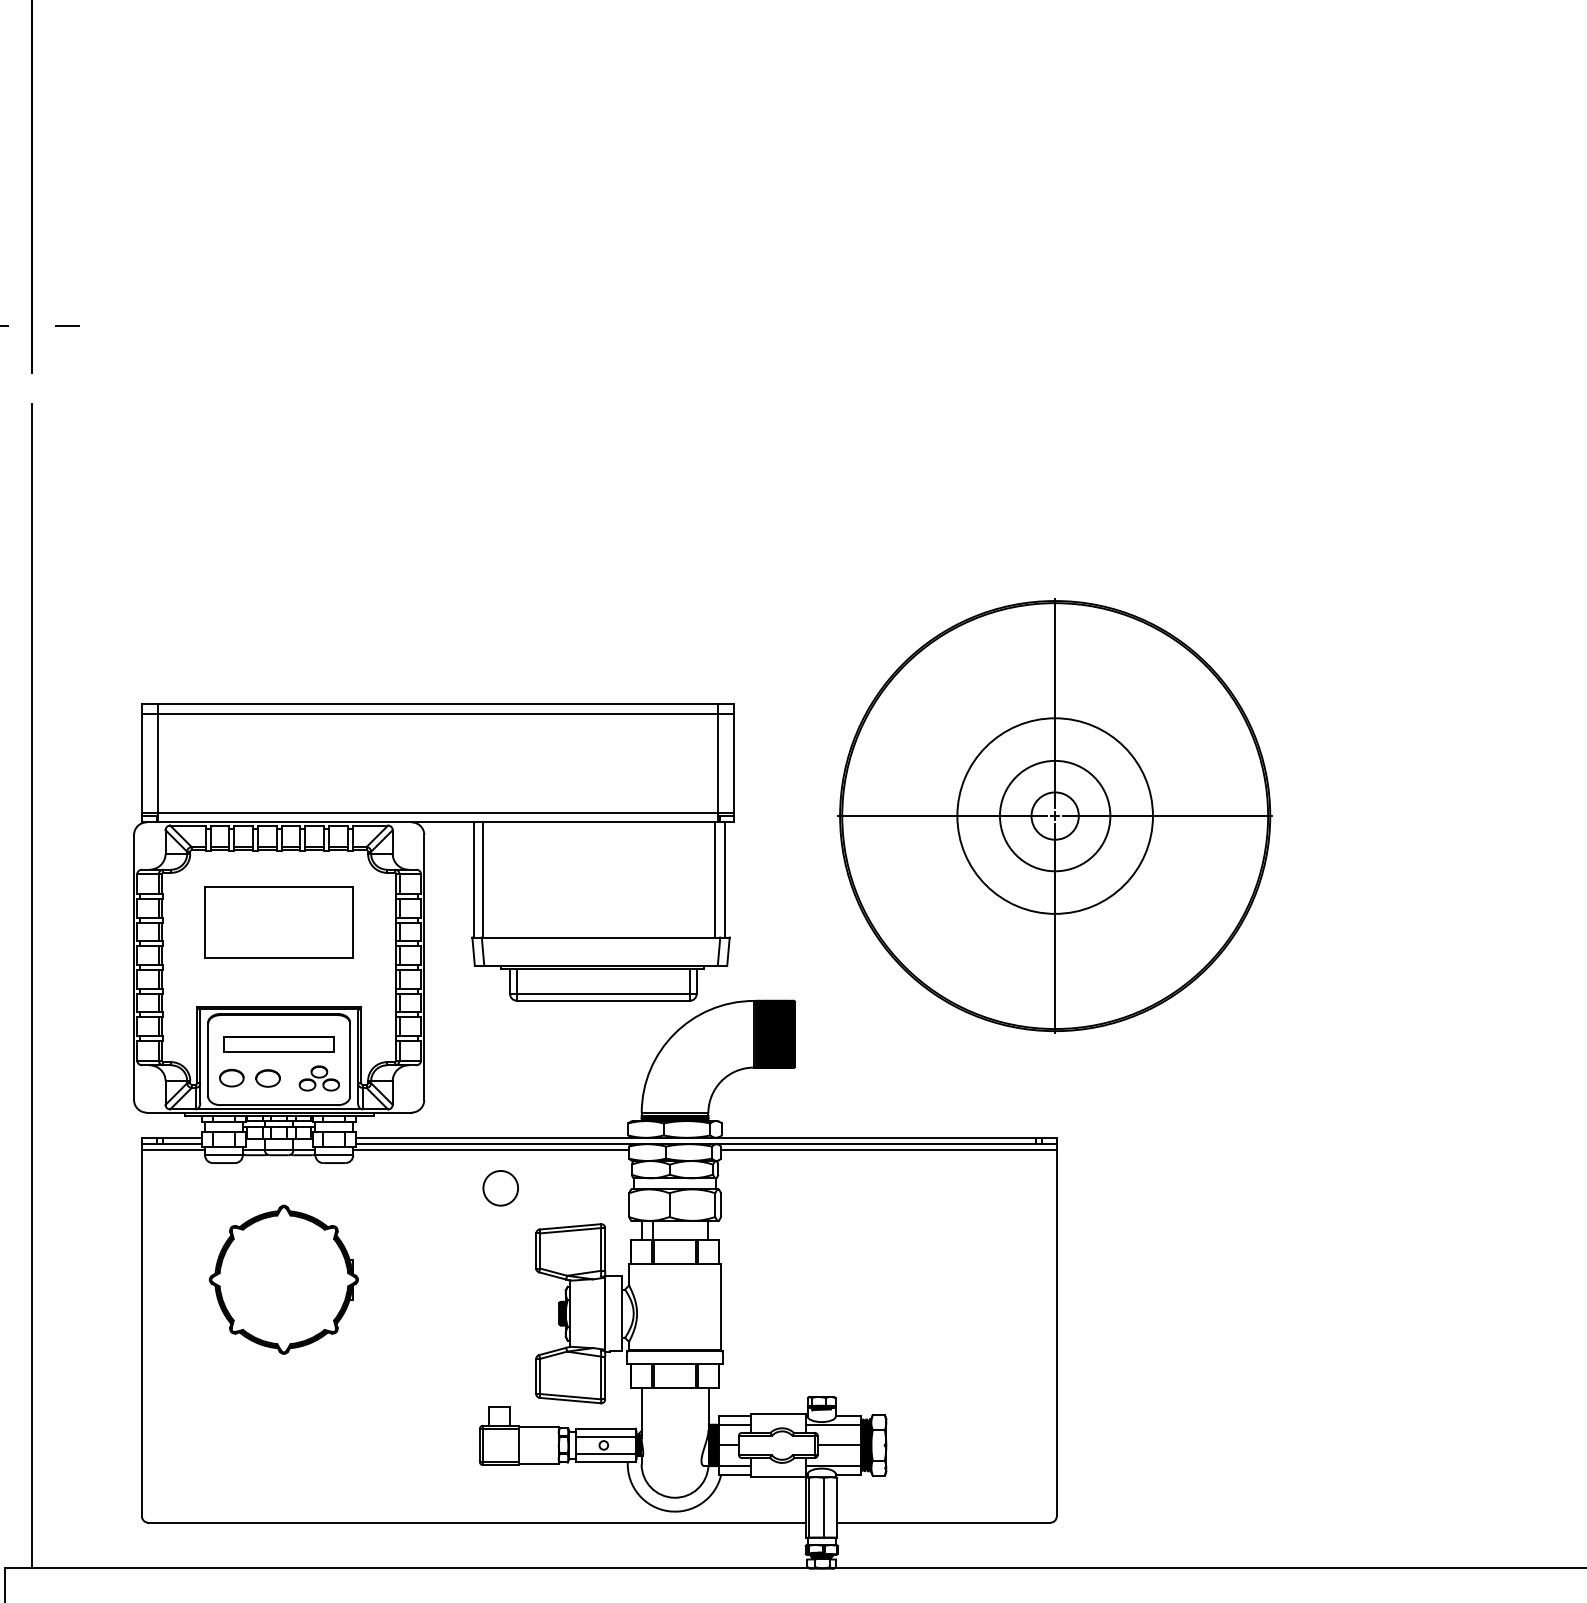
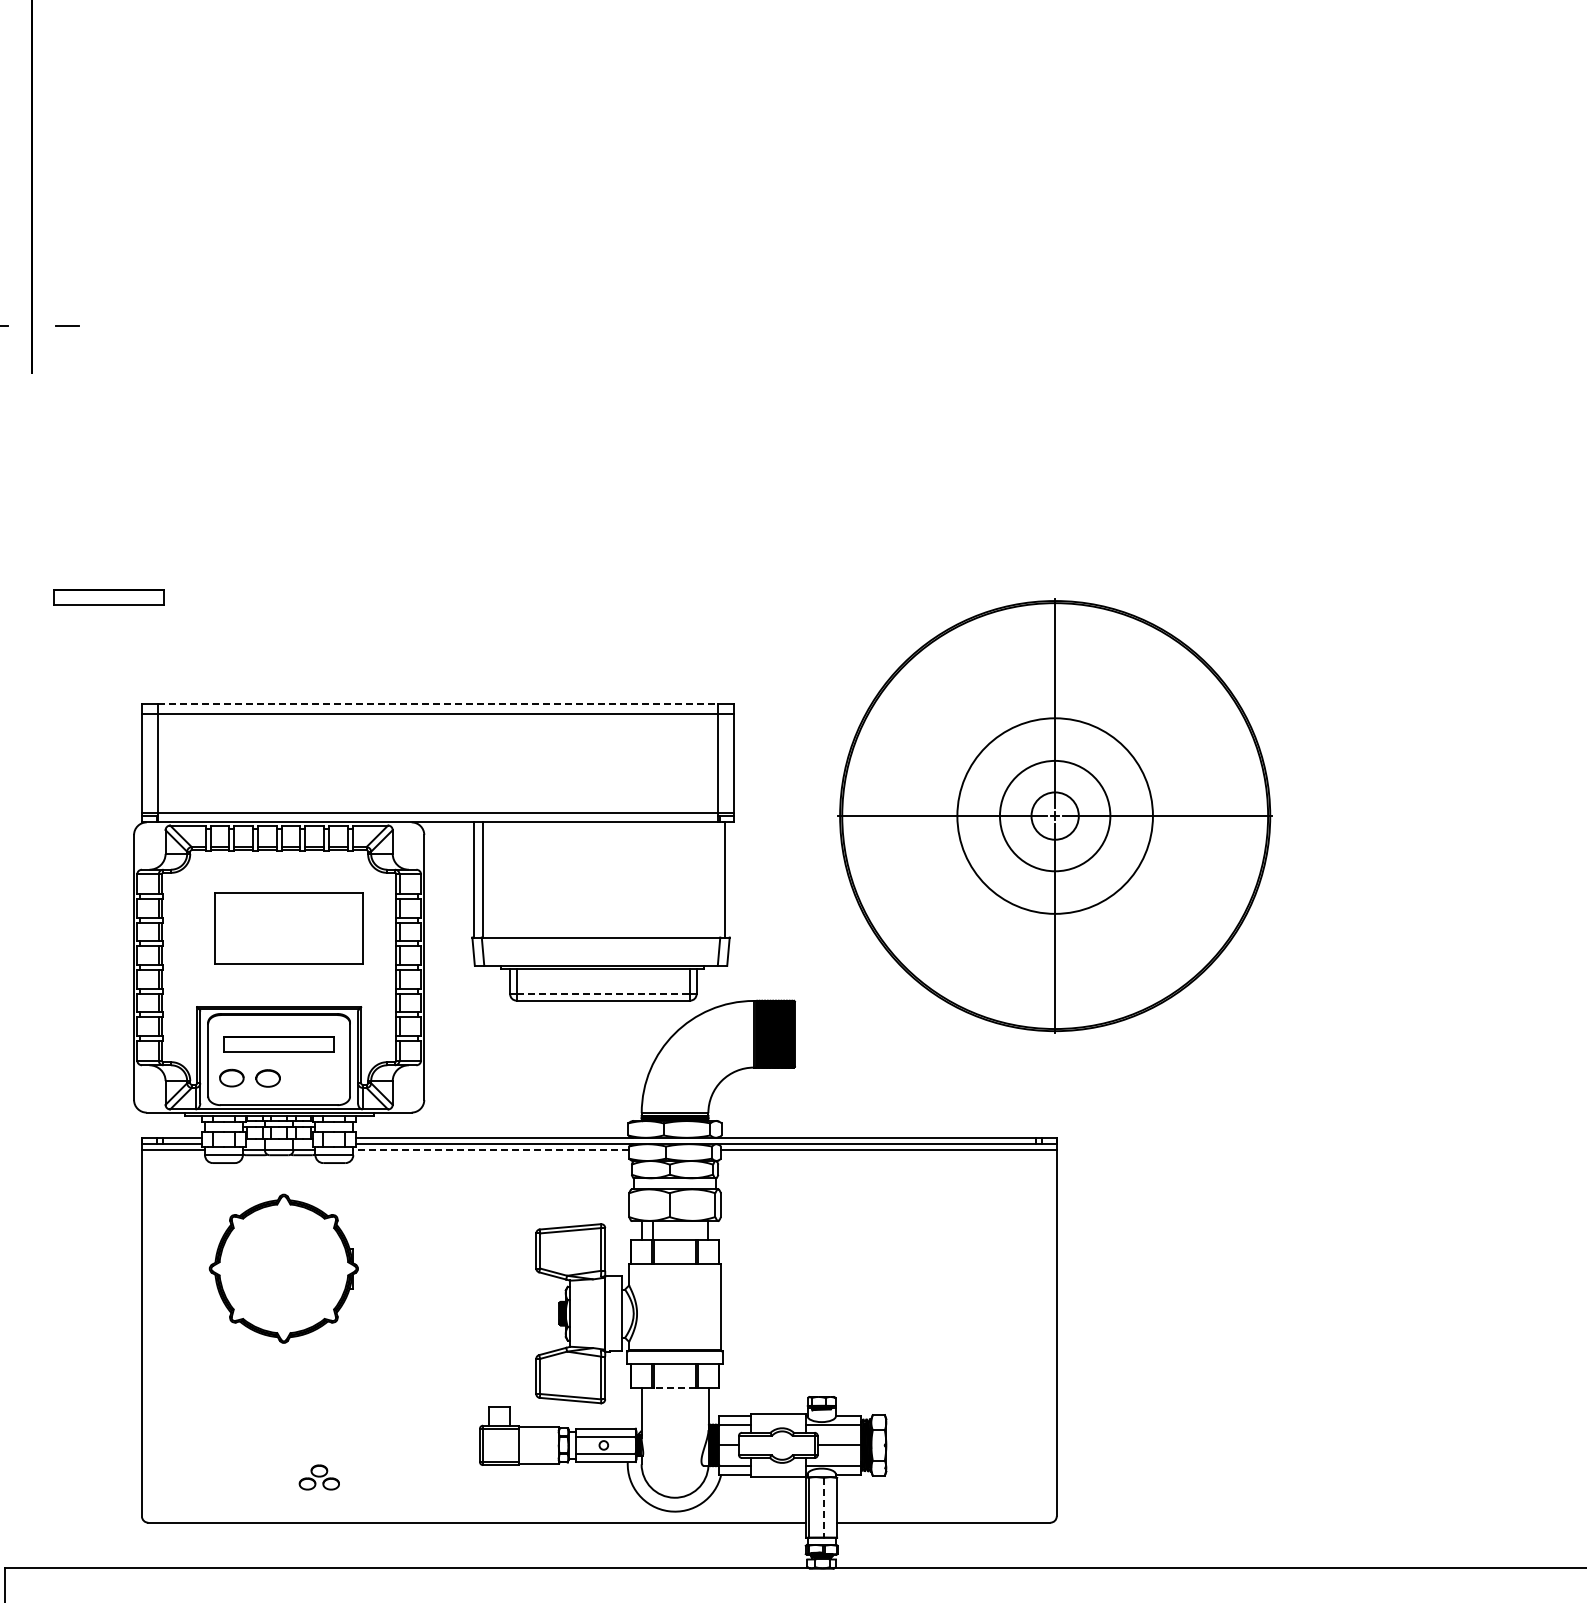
part at (108, 597): none -> present
line at (438, 704): solid -> dashed
line at (715, 879): present -> none
part at (278, 922) position: (278, 922) -> (288, 928)
line at (31, 986): present -> none
line at (603, 994): solid -> dashed
part at (318, 1078) position: (318, 1078) -> (318, 1477)
line at (491, 1150): solid -> dashed
circle at (500, 1188): present -> none
part at (283, 1279) position: (283, 1279) -> (283, 1268)
line at (675, 1387): solid -> dashed
line at (823, 1507): solid -> dashed
